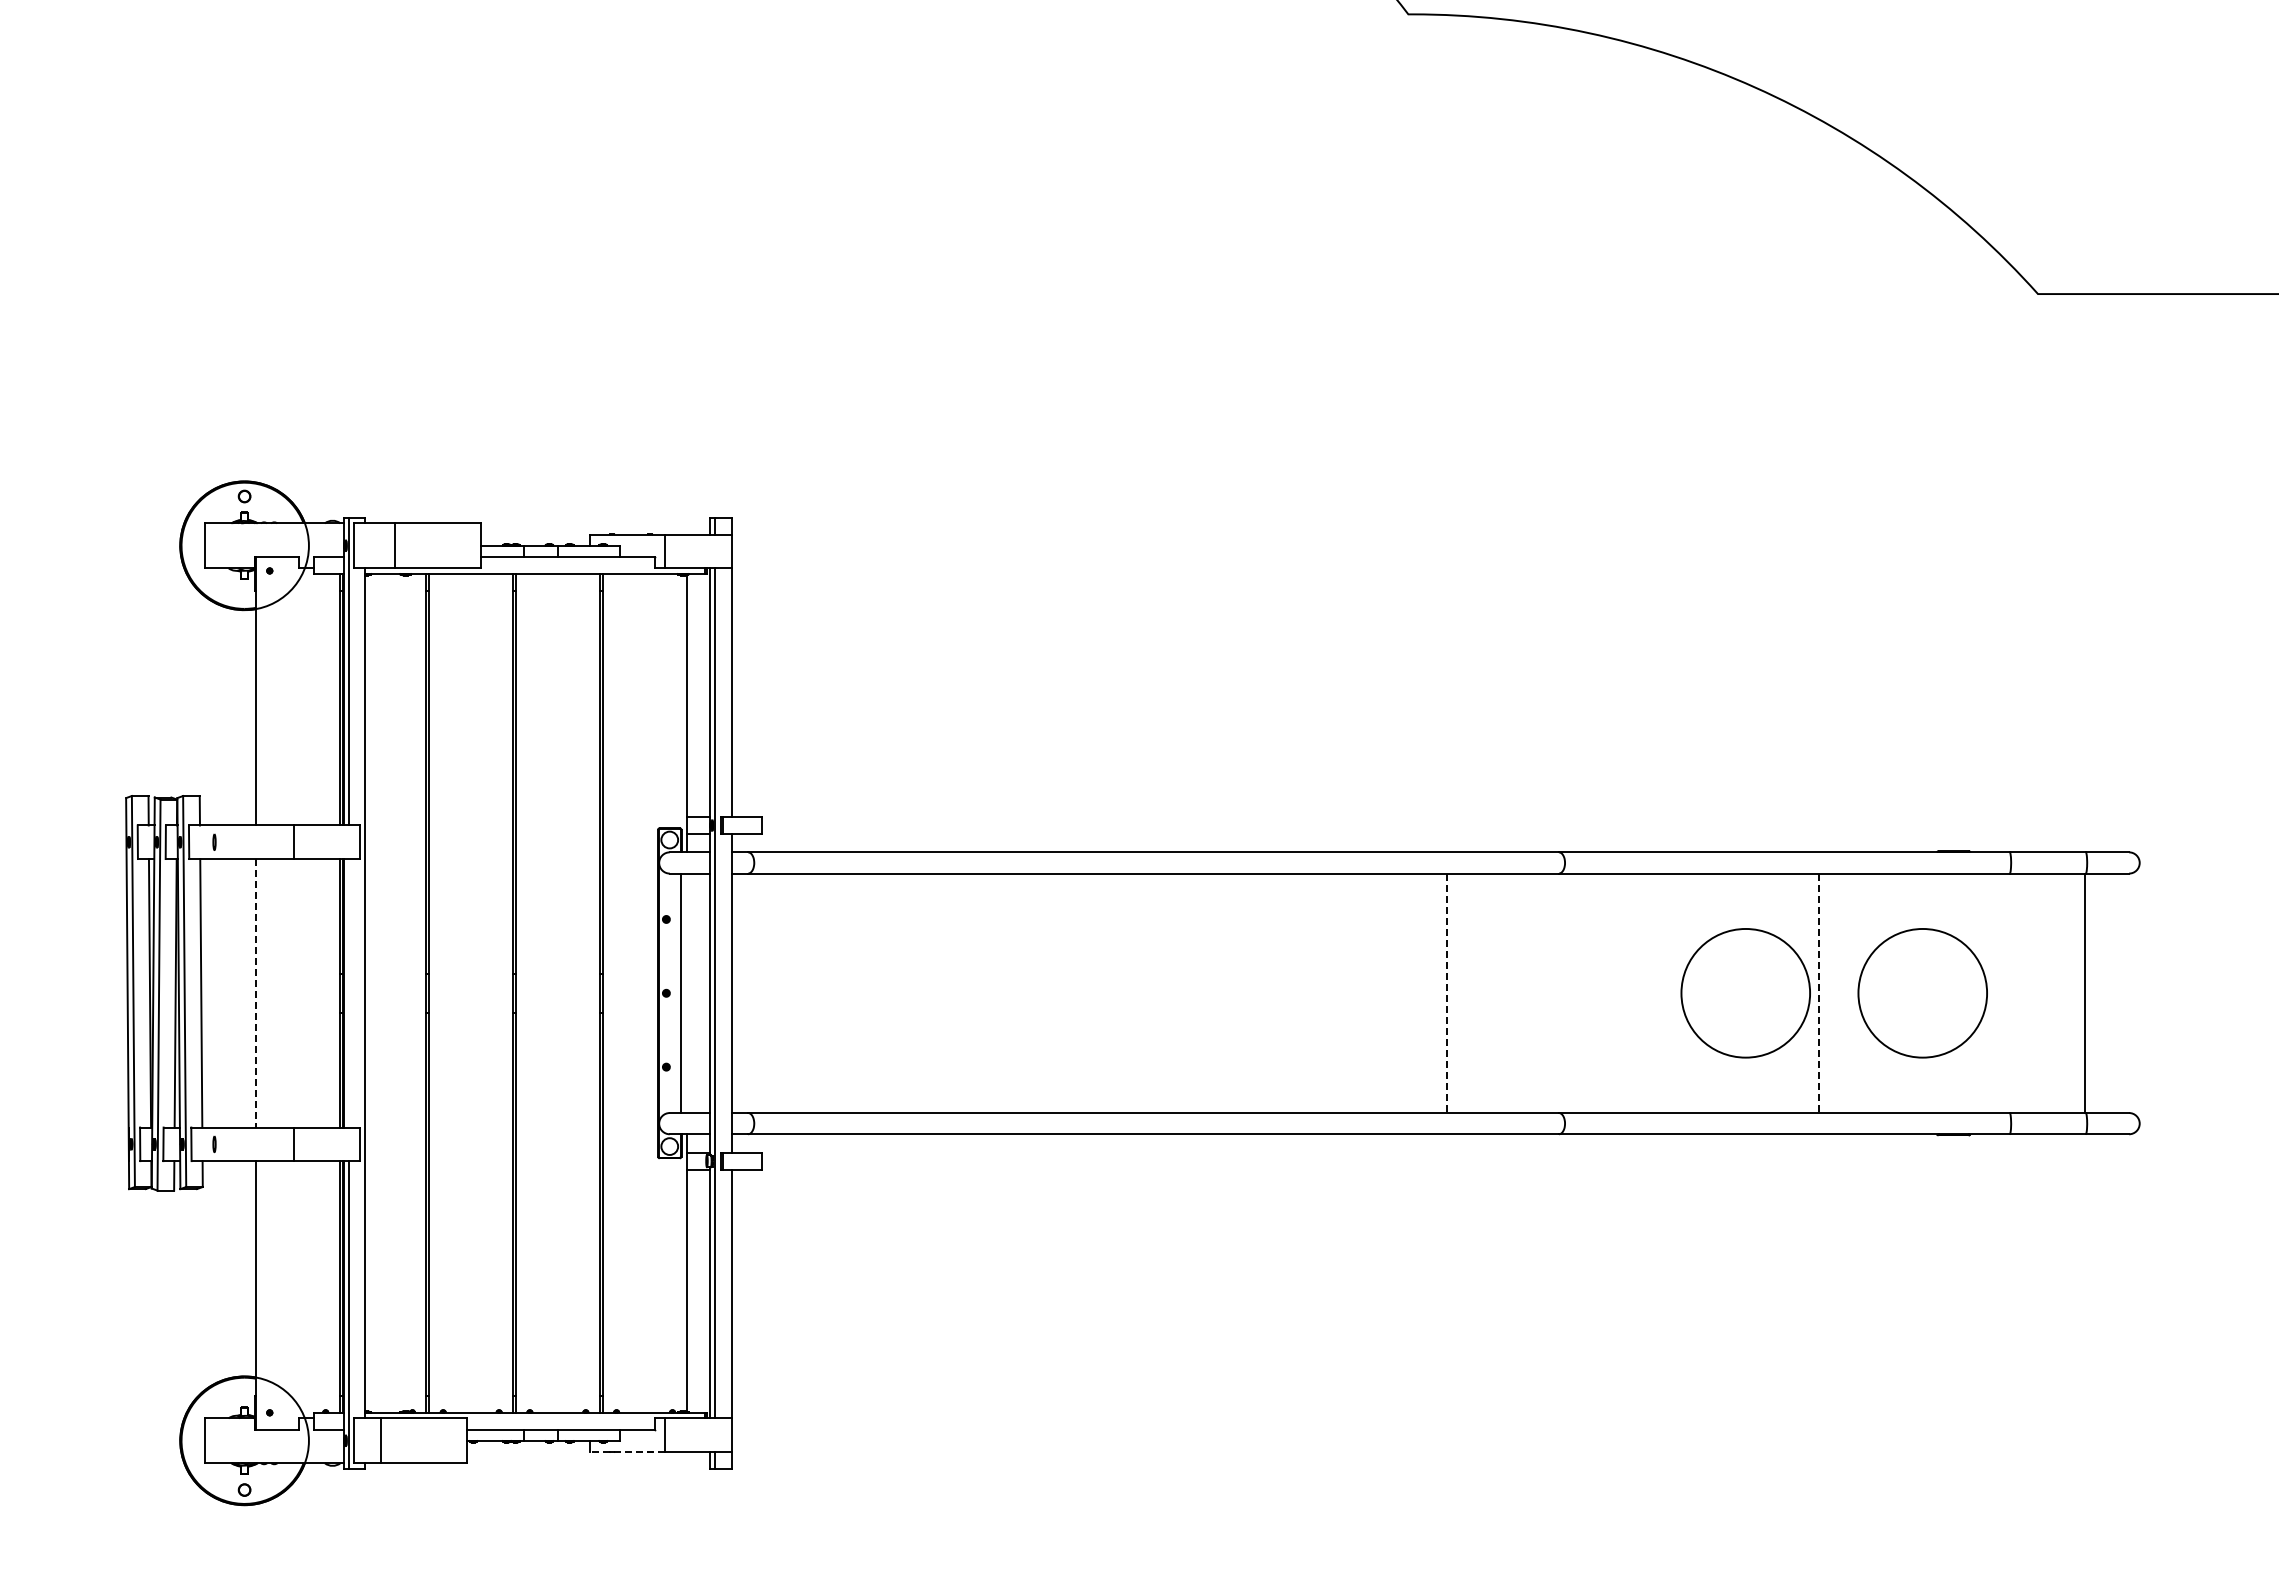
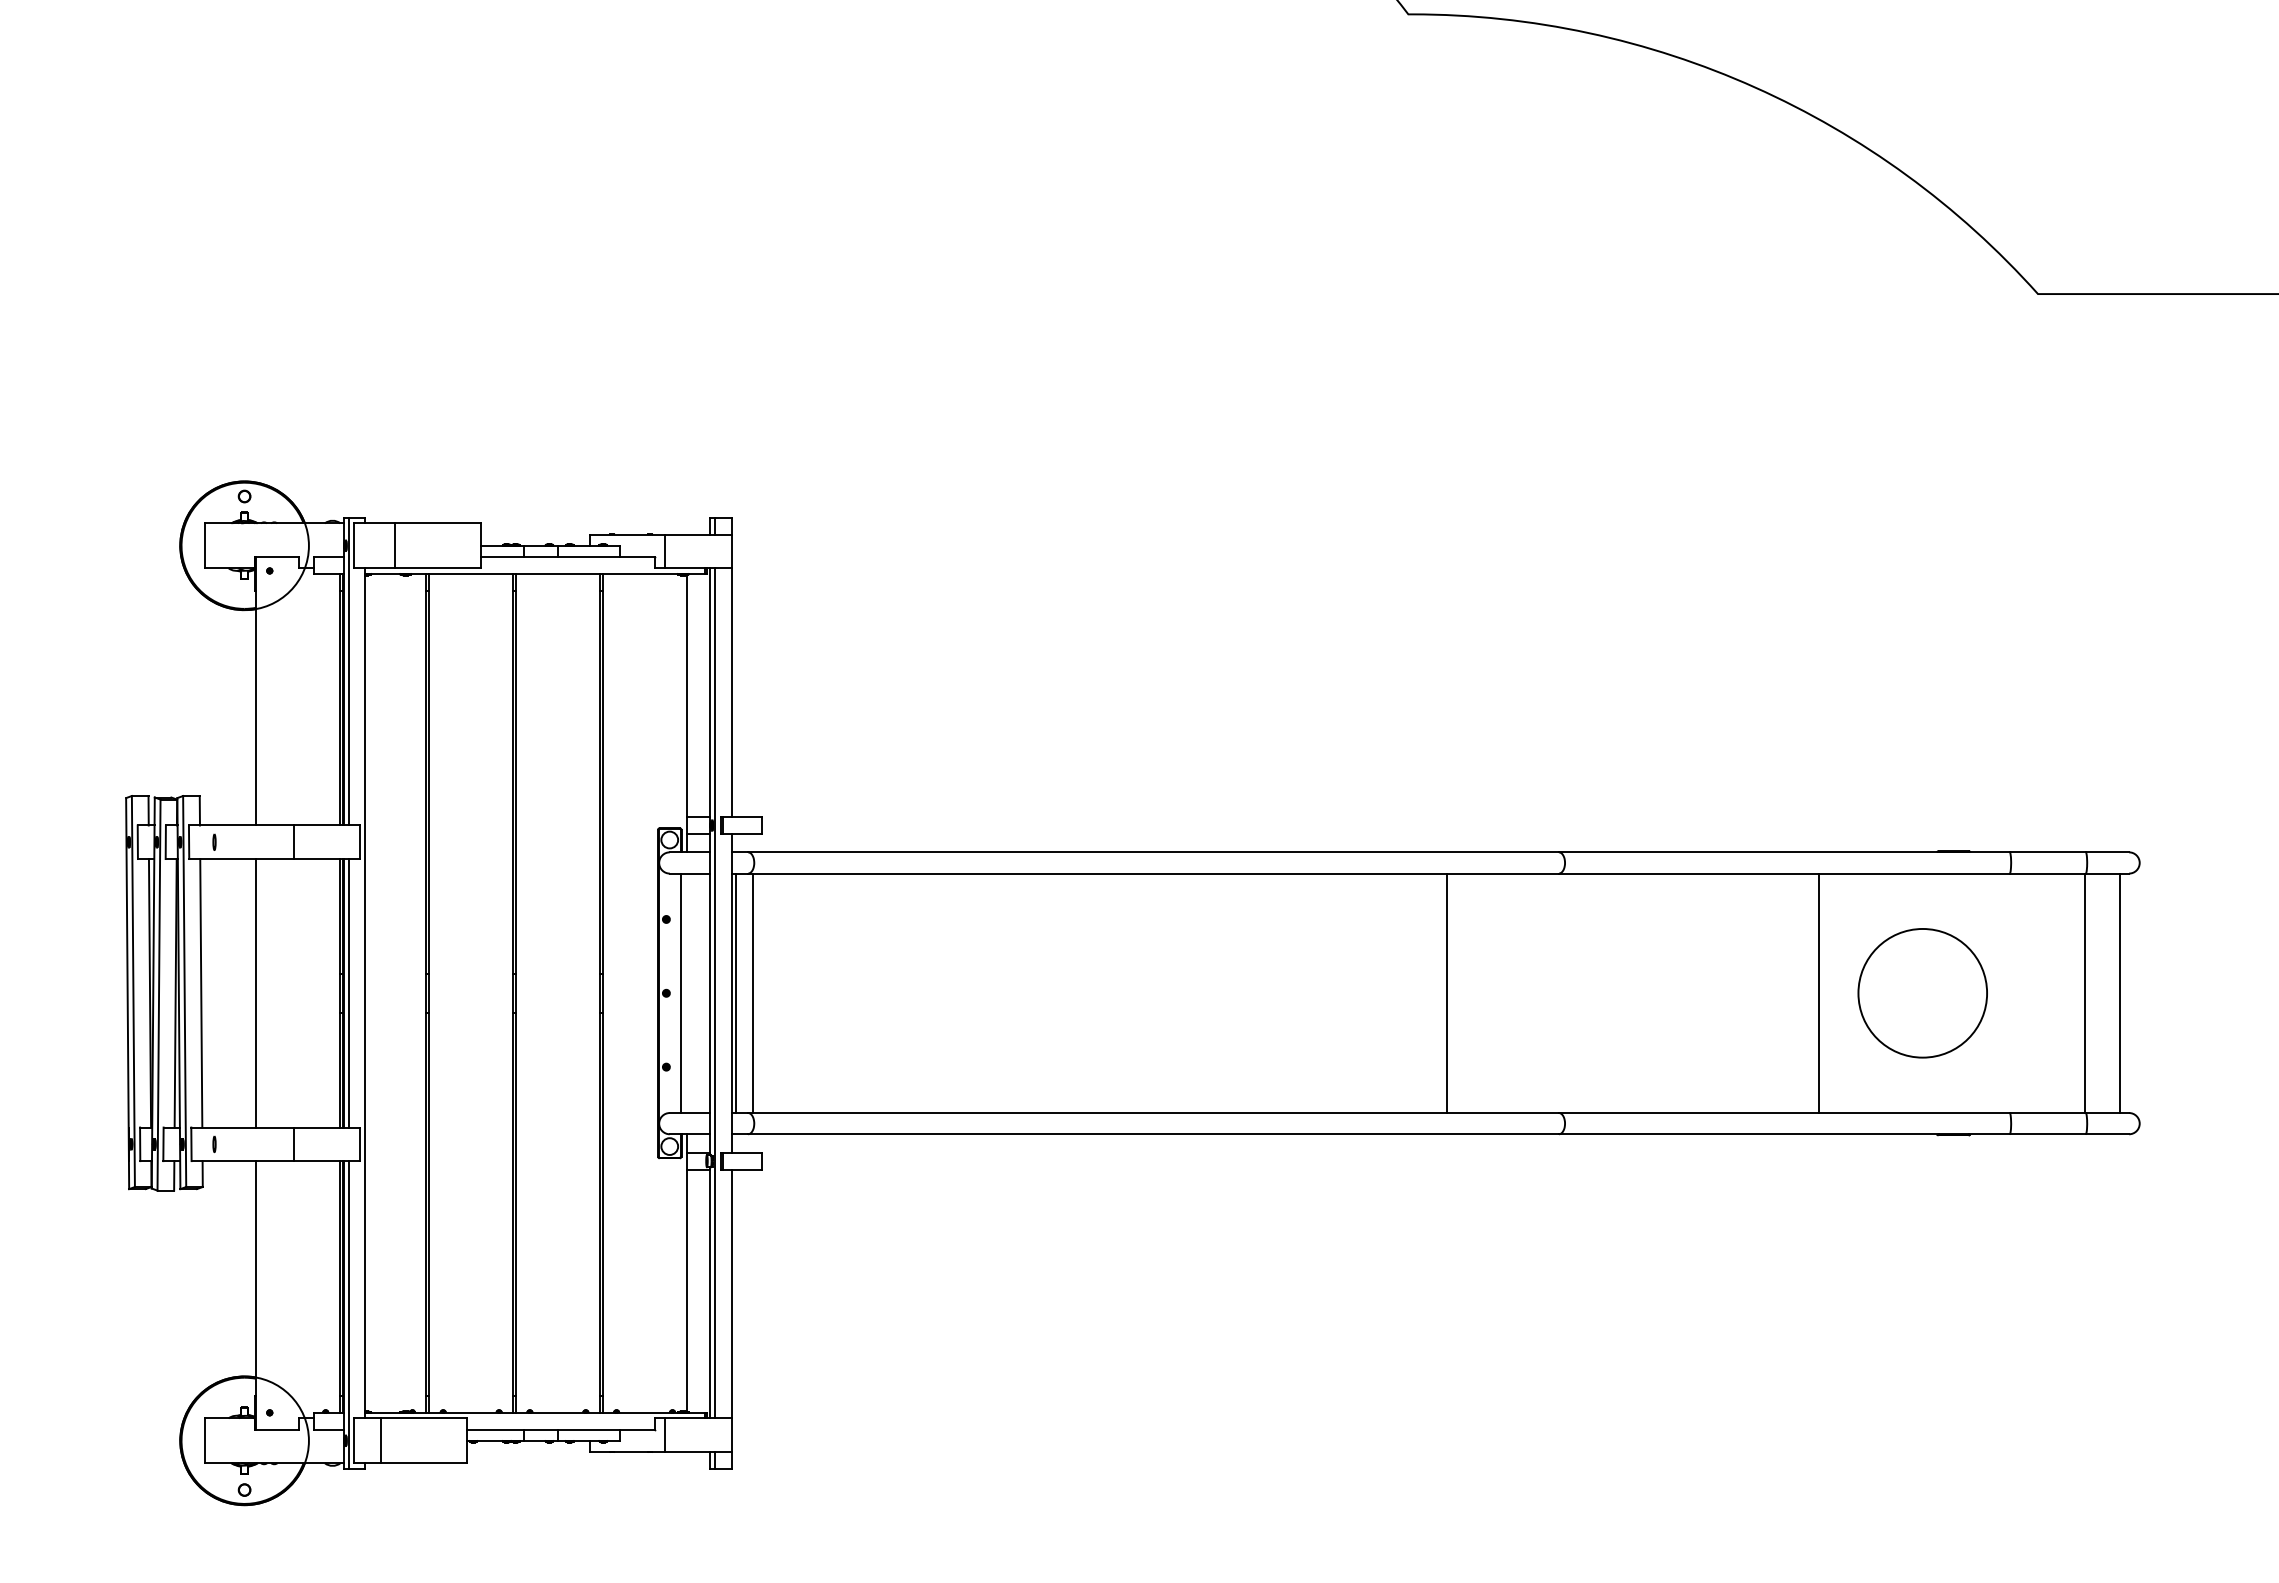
line at (255, 993): dashed -> solid
line at (348, 993): none -> present
line at (736, 993): none -> present
line at (752, 993): none -> present
line at (1447, 993): dashed -> solid
circle at (1745, 993): present -> none
line at (1818, 993): dashed -> solid
line at (2119, 993): none -> present
line at (627, 1452): dashed -> solid
